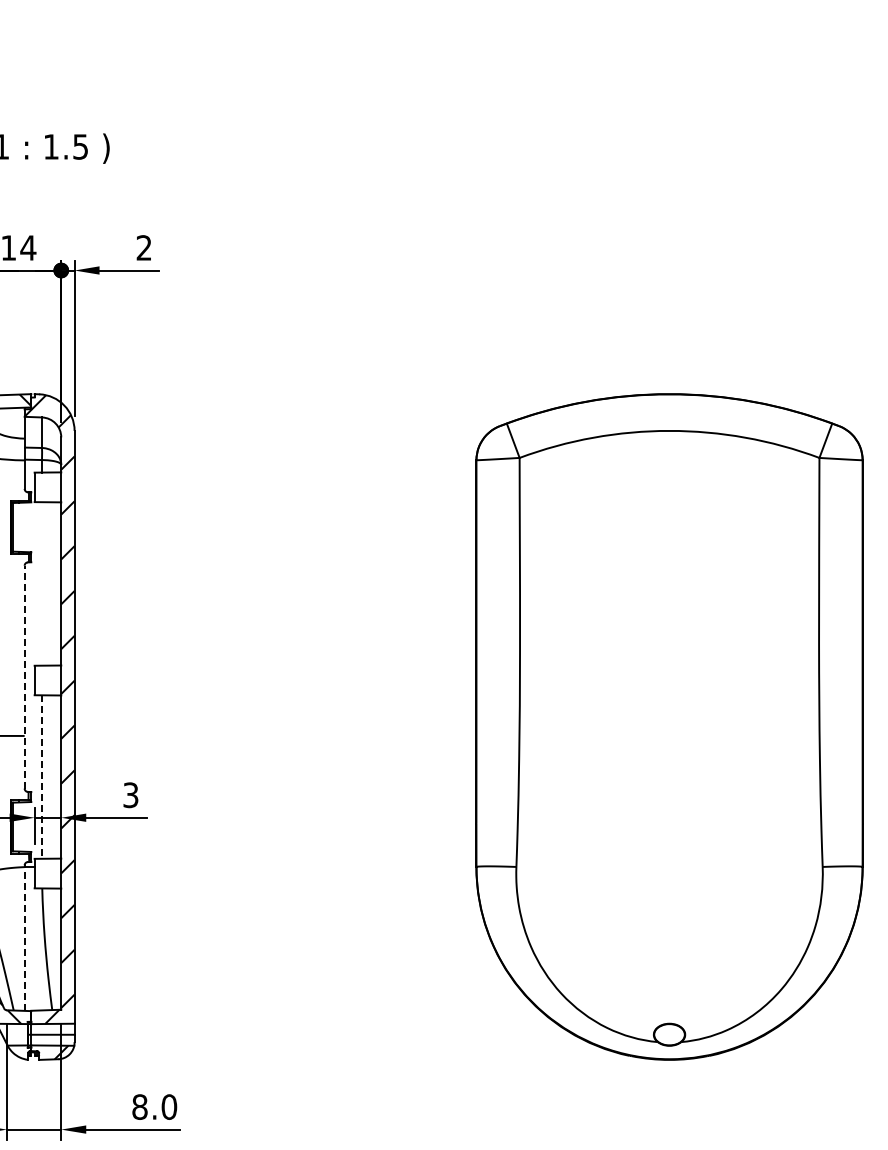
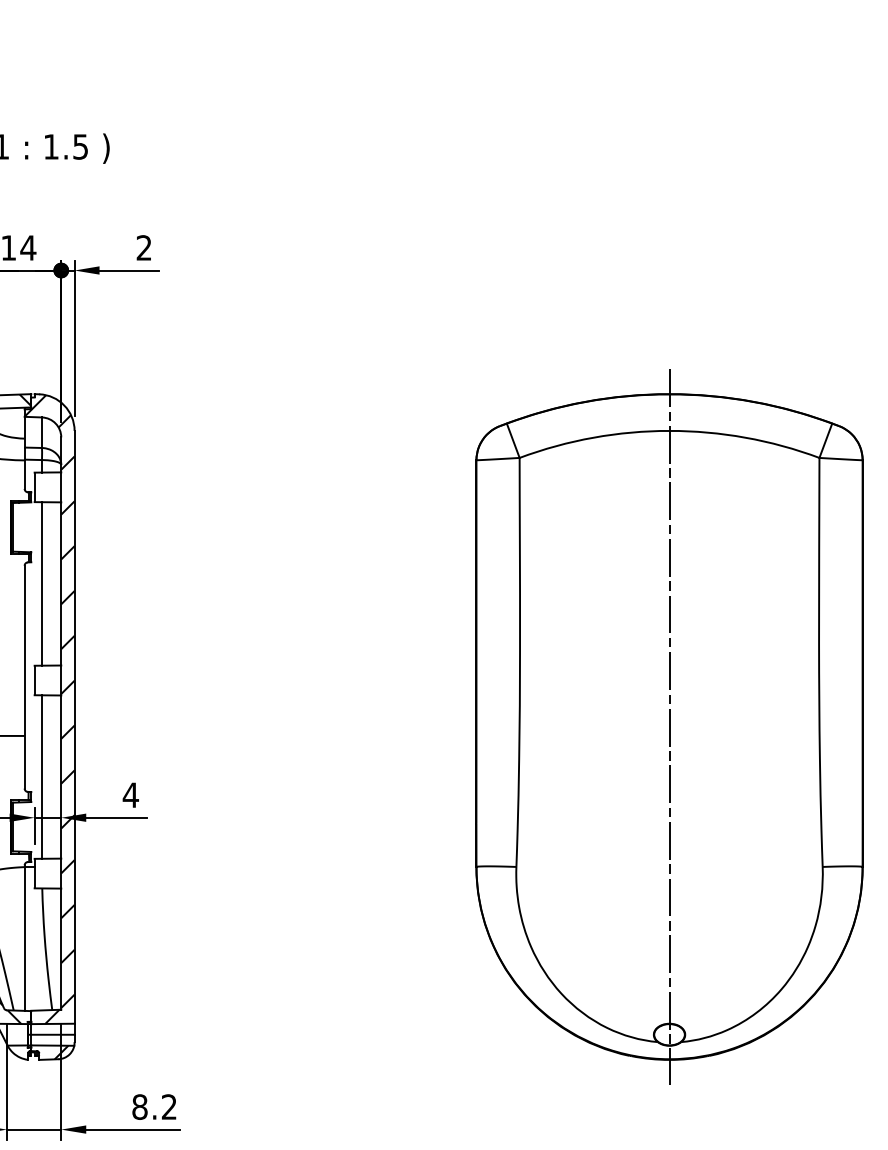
line at (42, 583): none -> present
line at (24, 676): dashed -> solid
line at (669, 726): none -> present
line at (42, 777): dashed -> solid
text at (130, 795): 3 -> 4
line at (24, 938): dashed -> solid
text at (169, 1106): 8.0 -> 8.2
